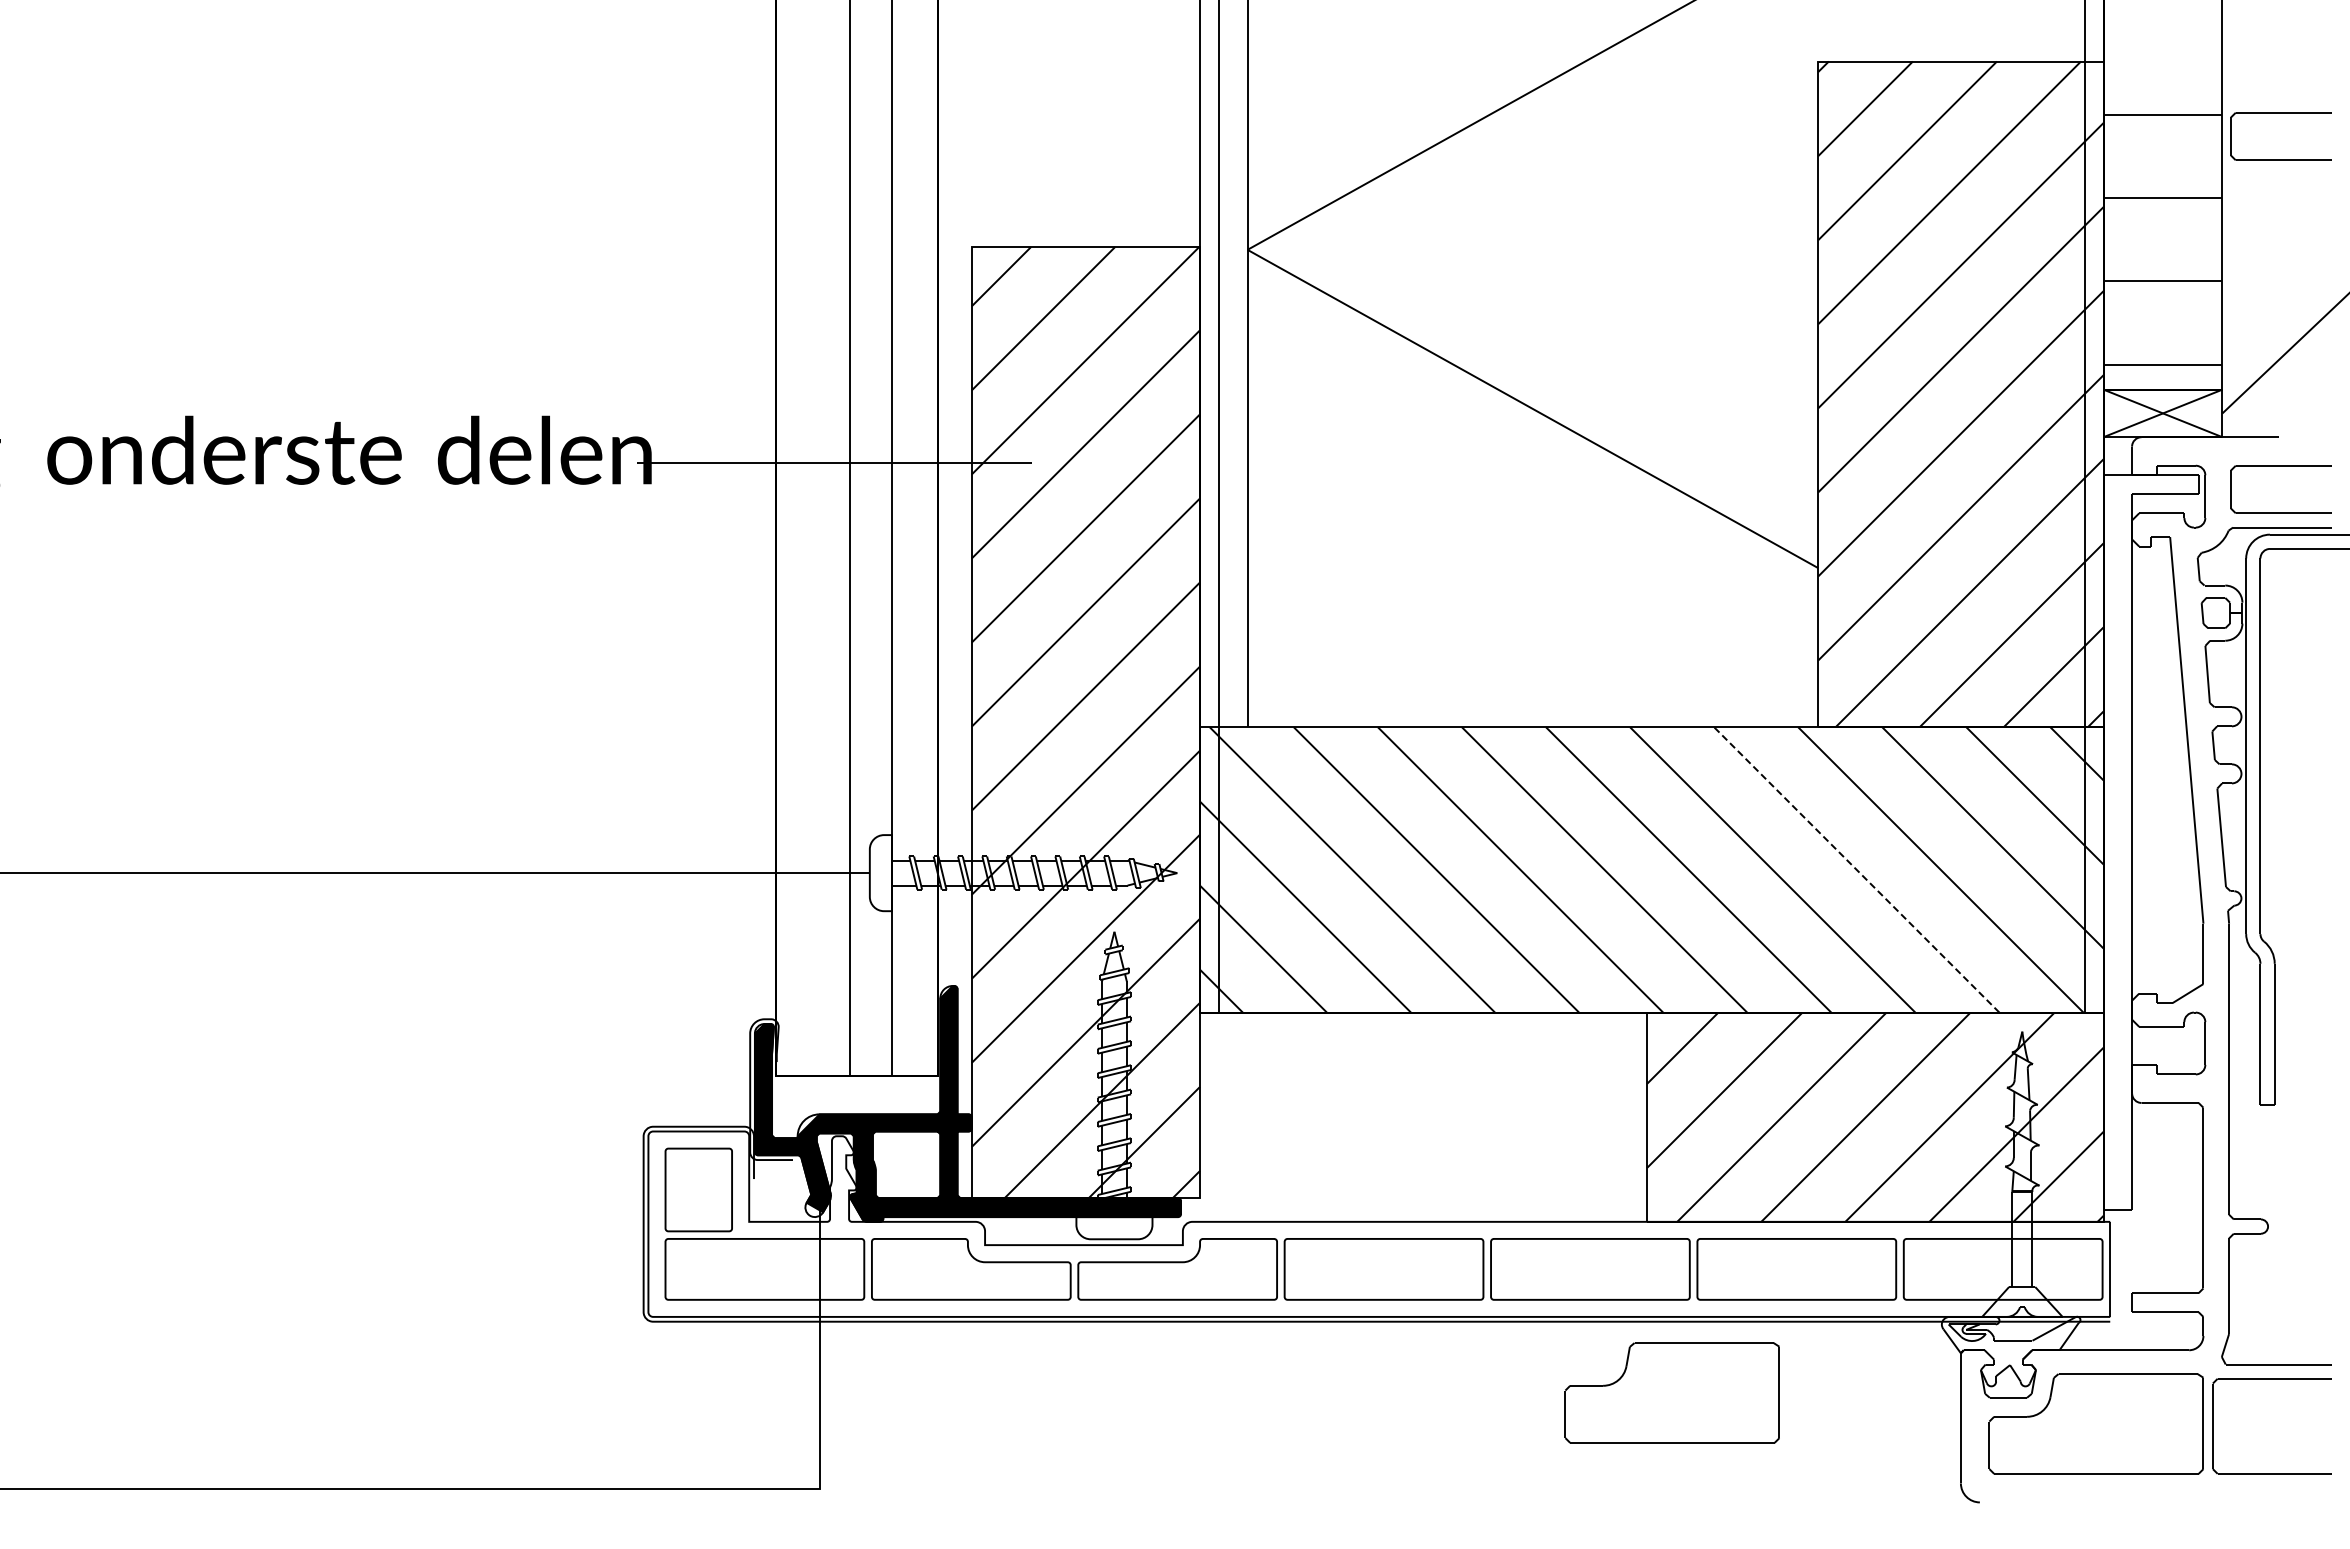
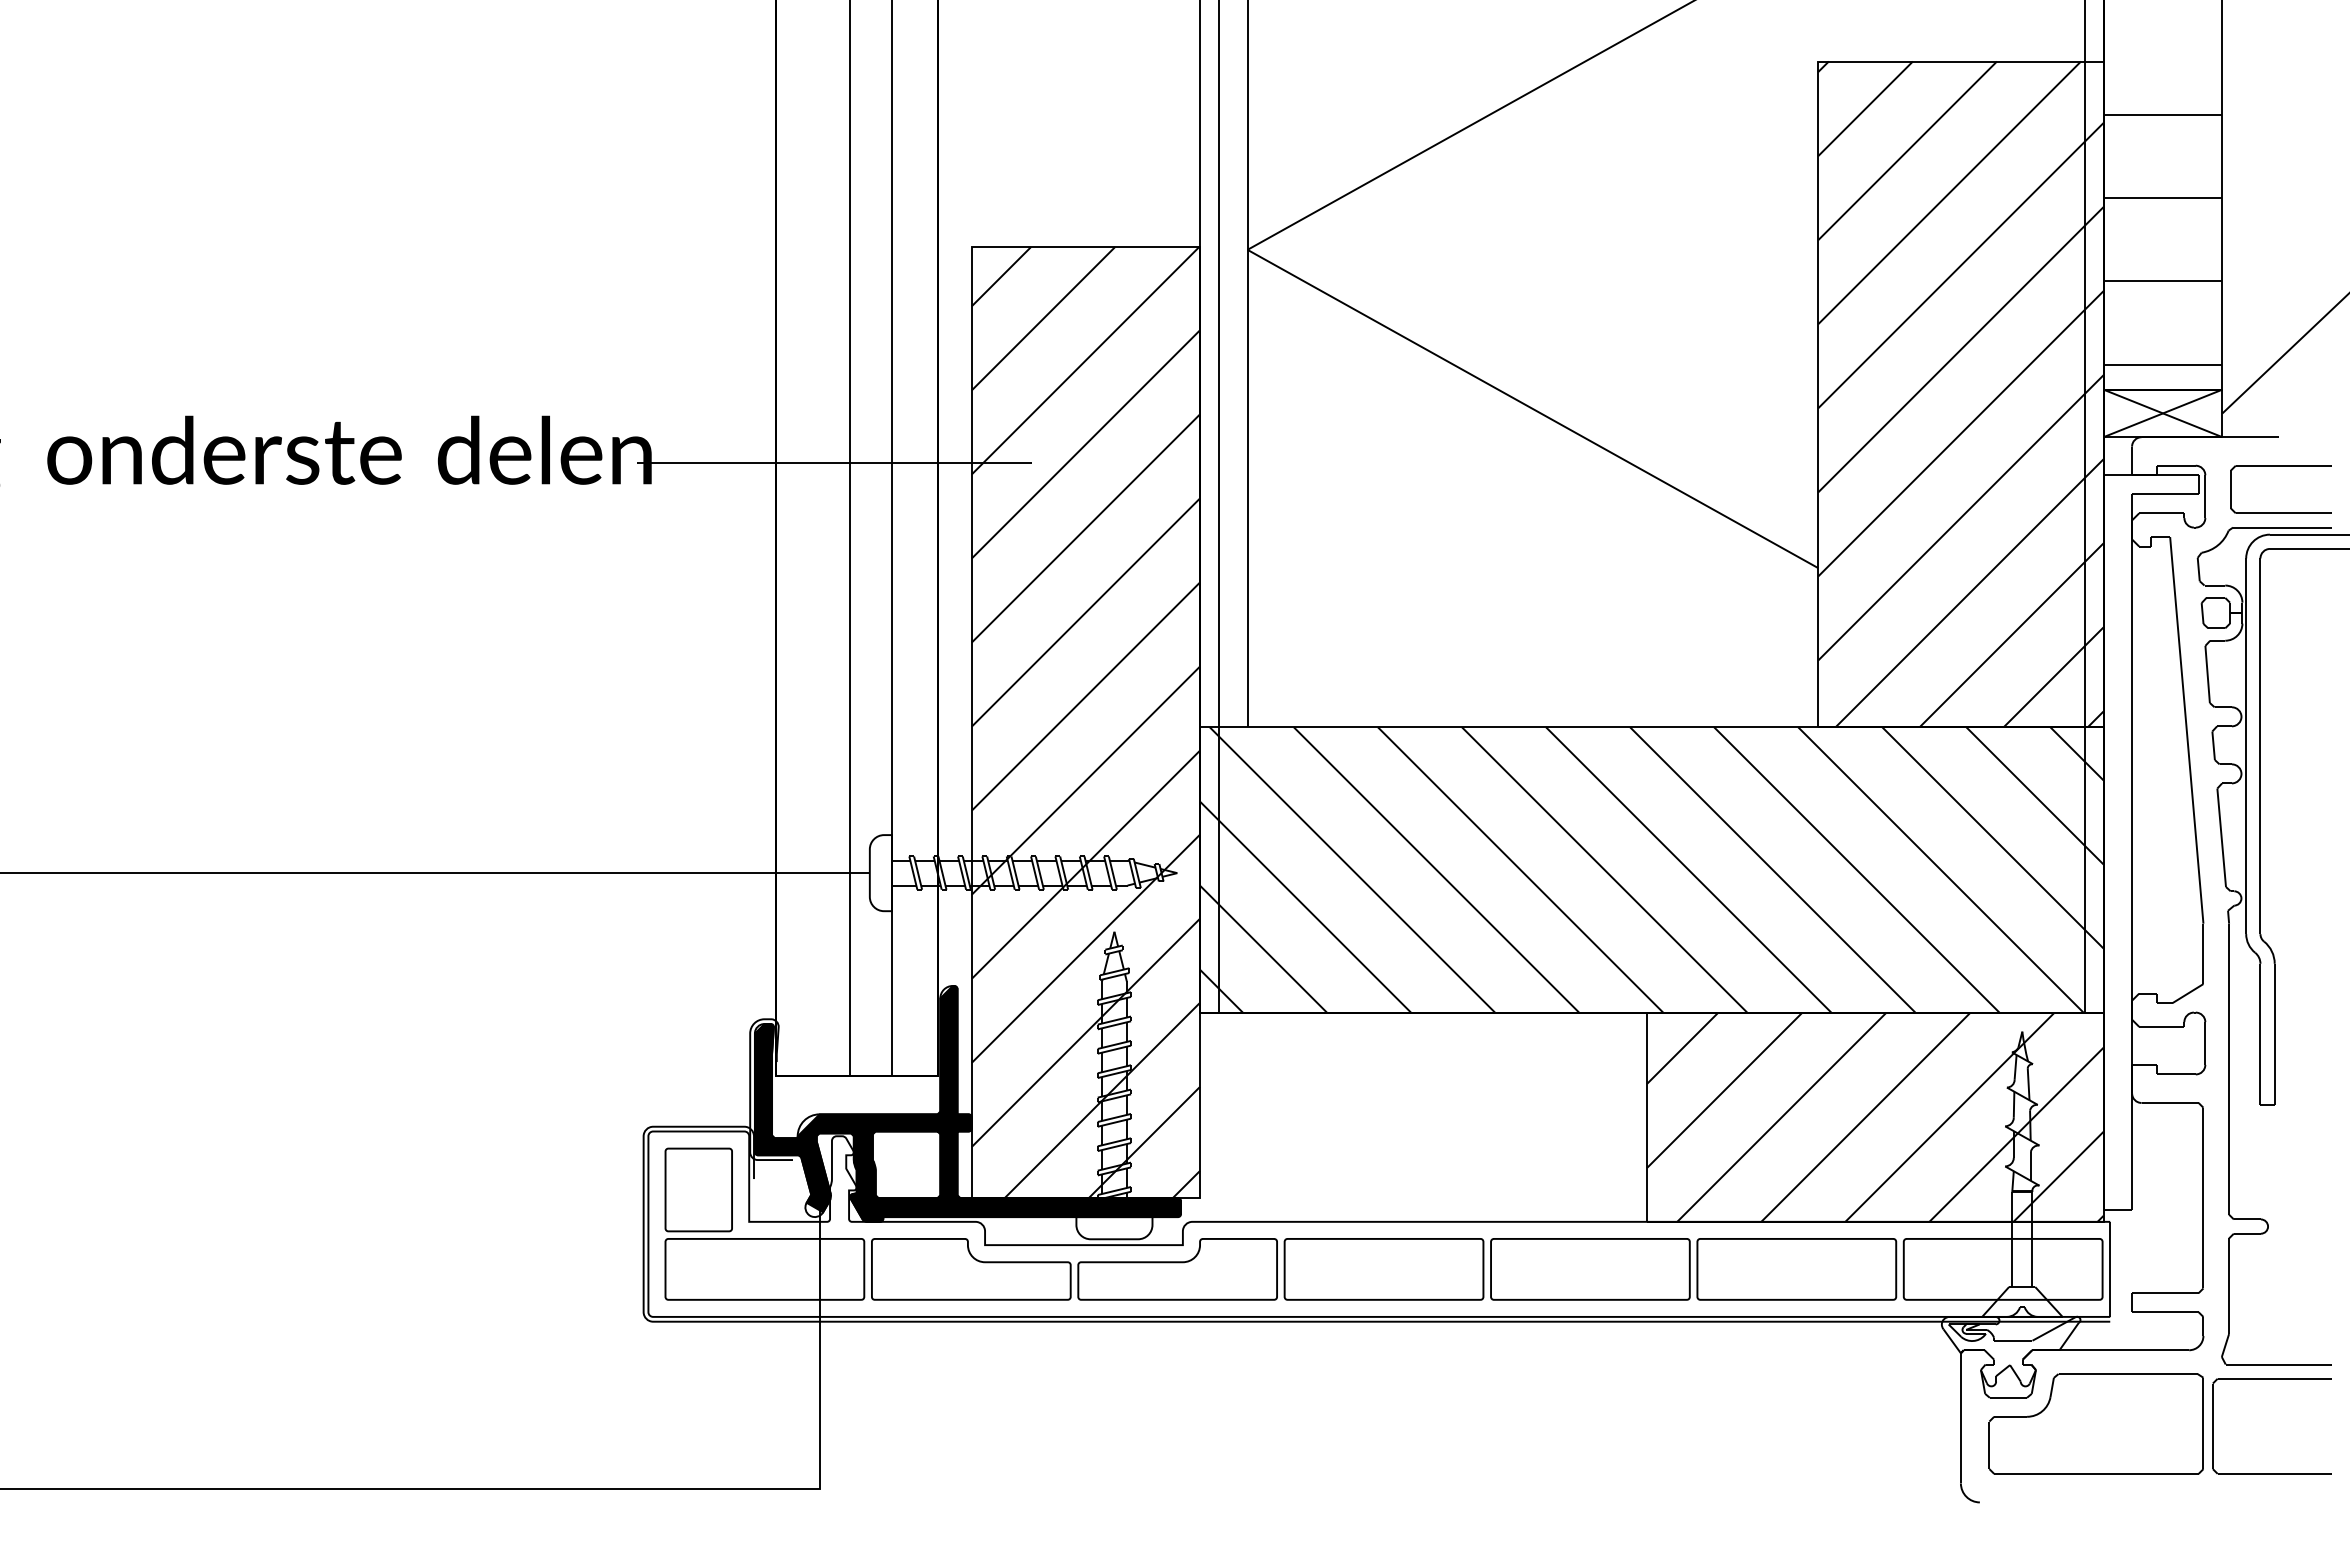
part at (2280, 113): present -> none
line at (1856, 869): dashed -> solid
part at (1671, 1392): present -> none
